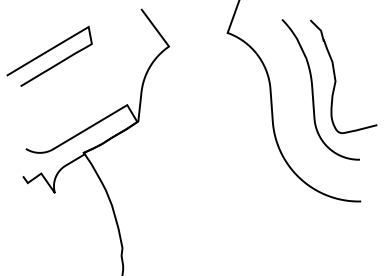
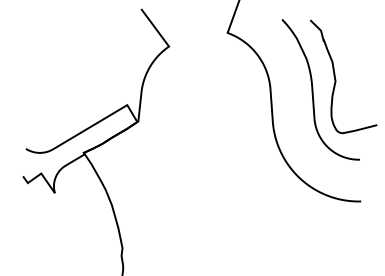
curve at (47, 52): present -> none
